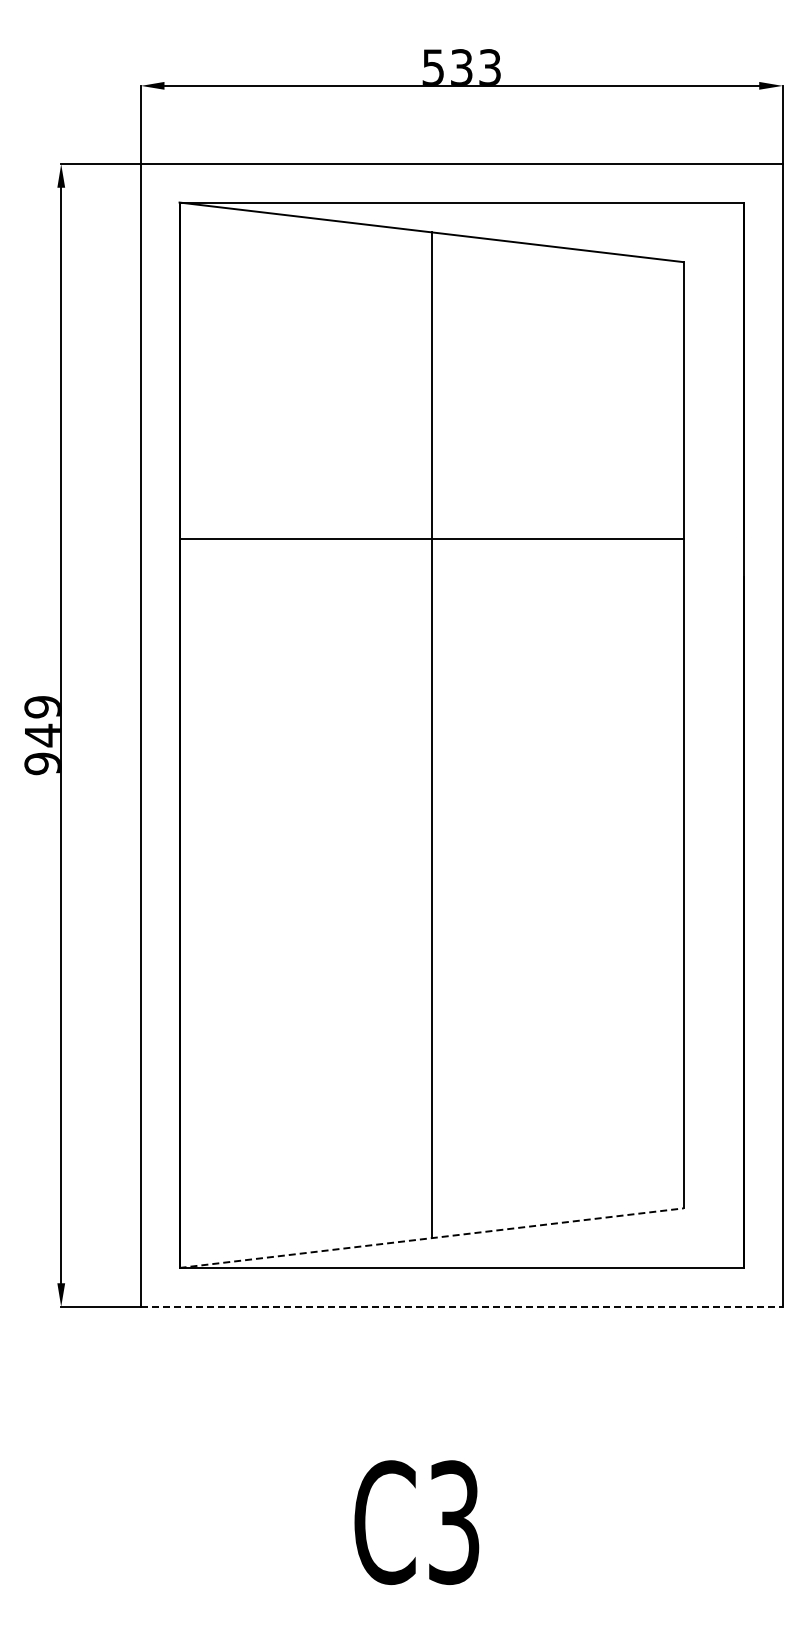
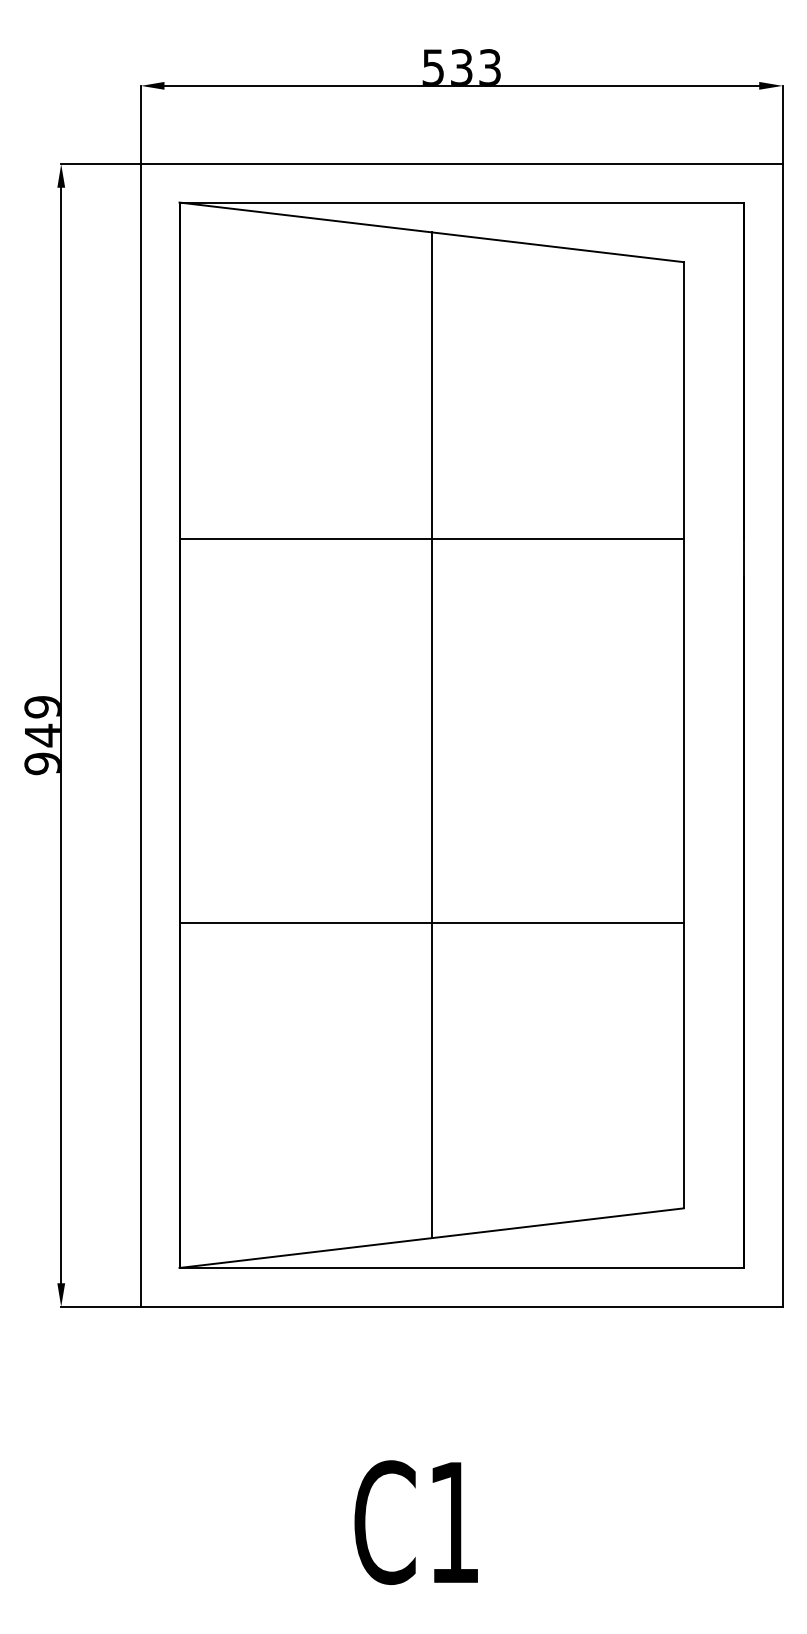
line at (431, 922): none -> present
line at (431, 1238): dashed -> solid
line at (461, 1306): dashed -> solid
text at (454, 1522): C3 -> C1
